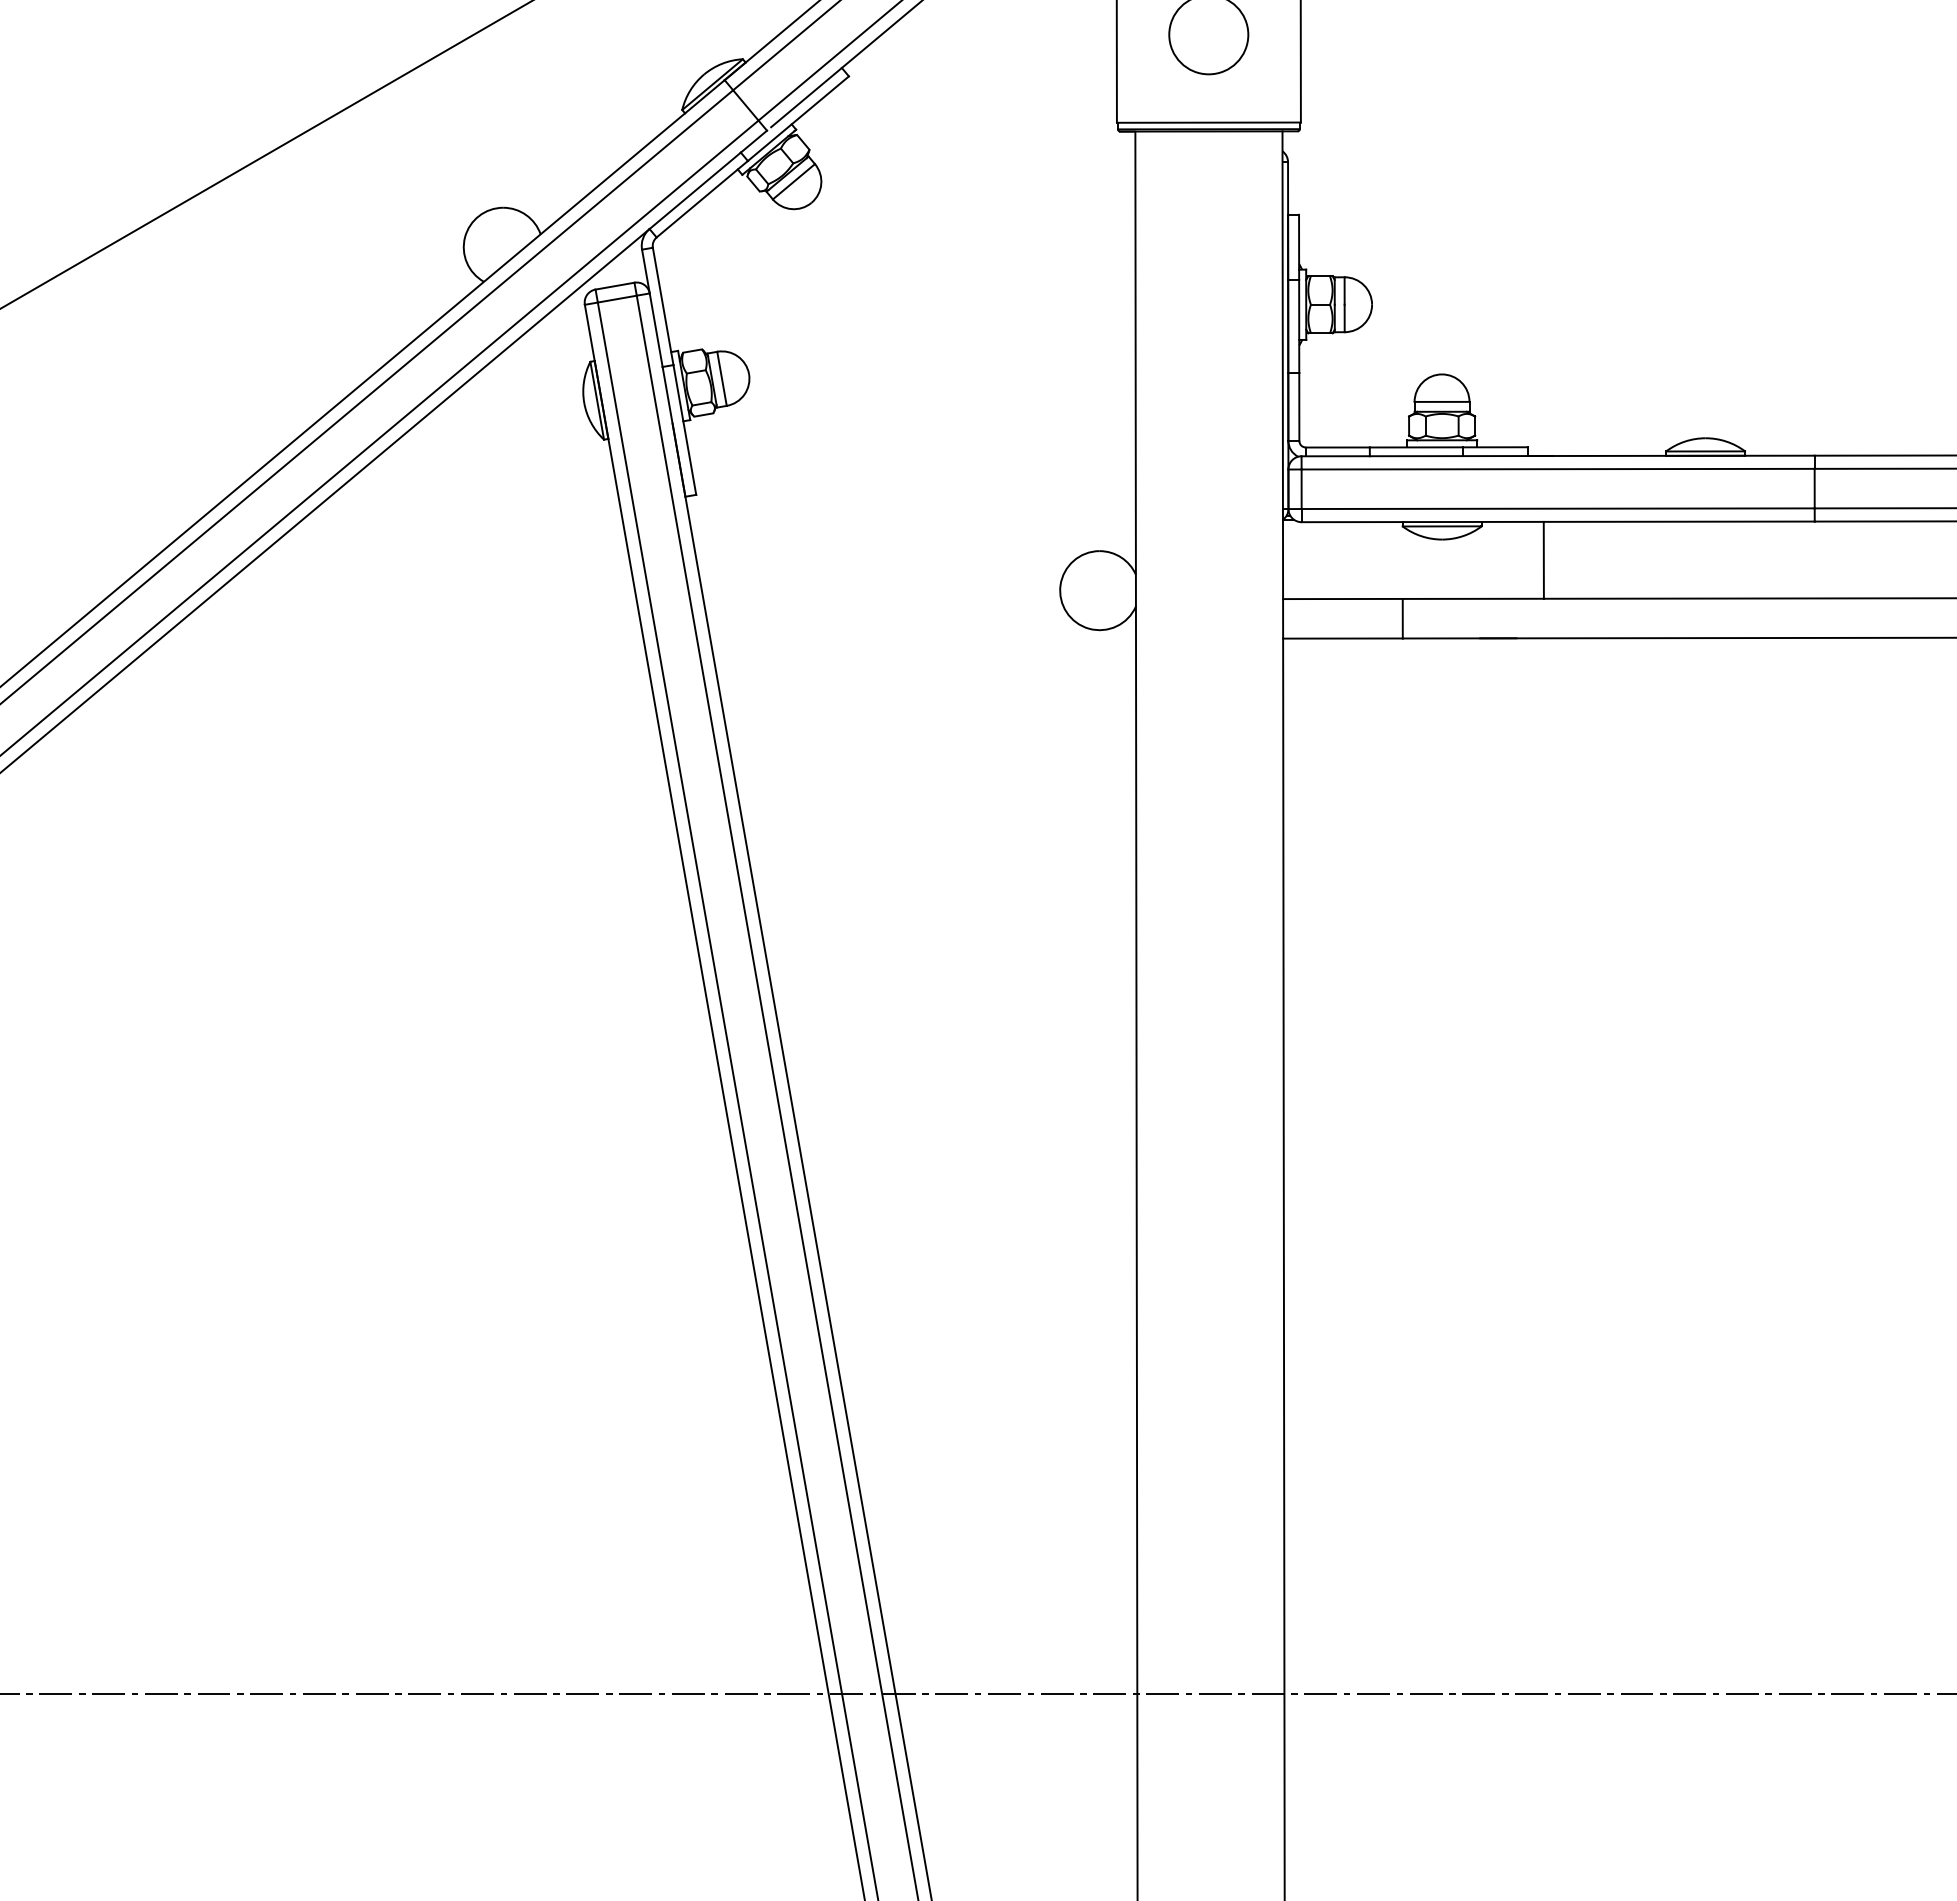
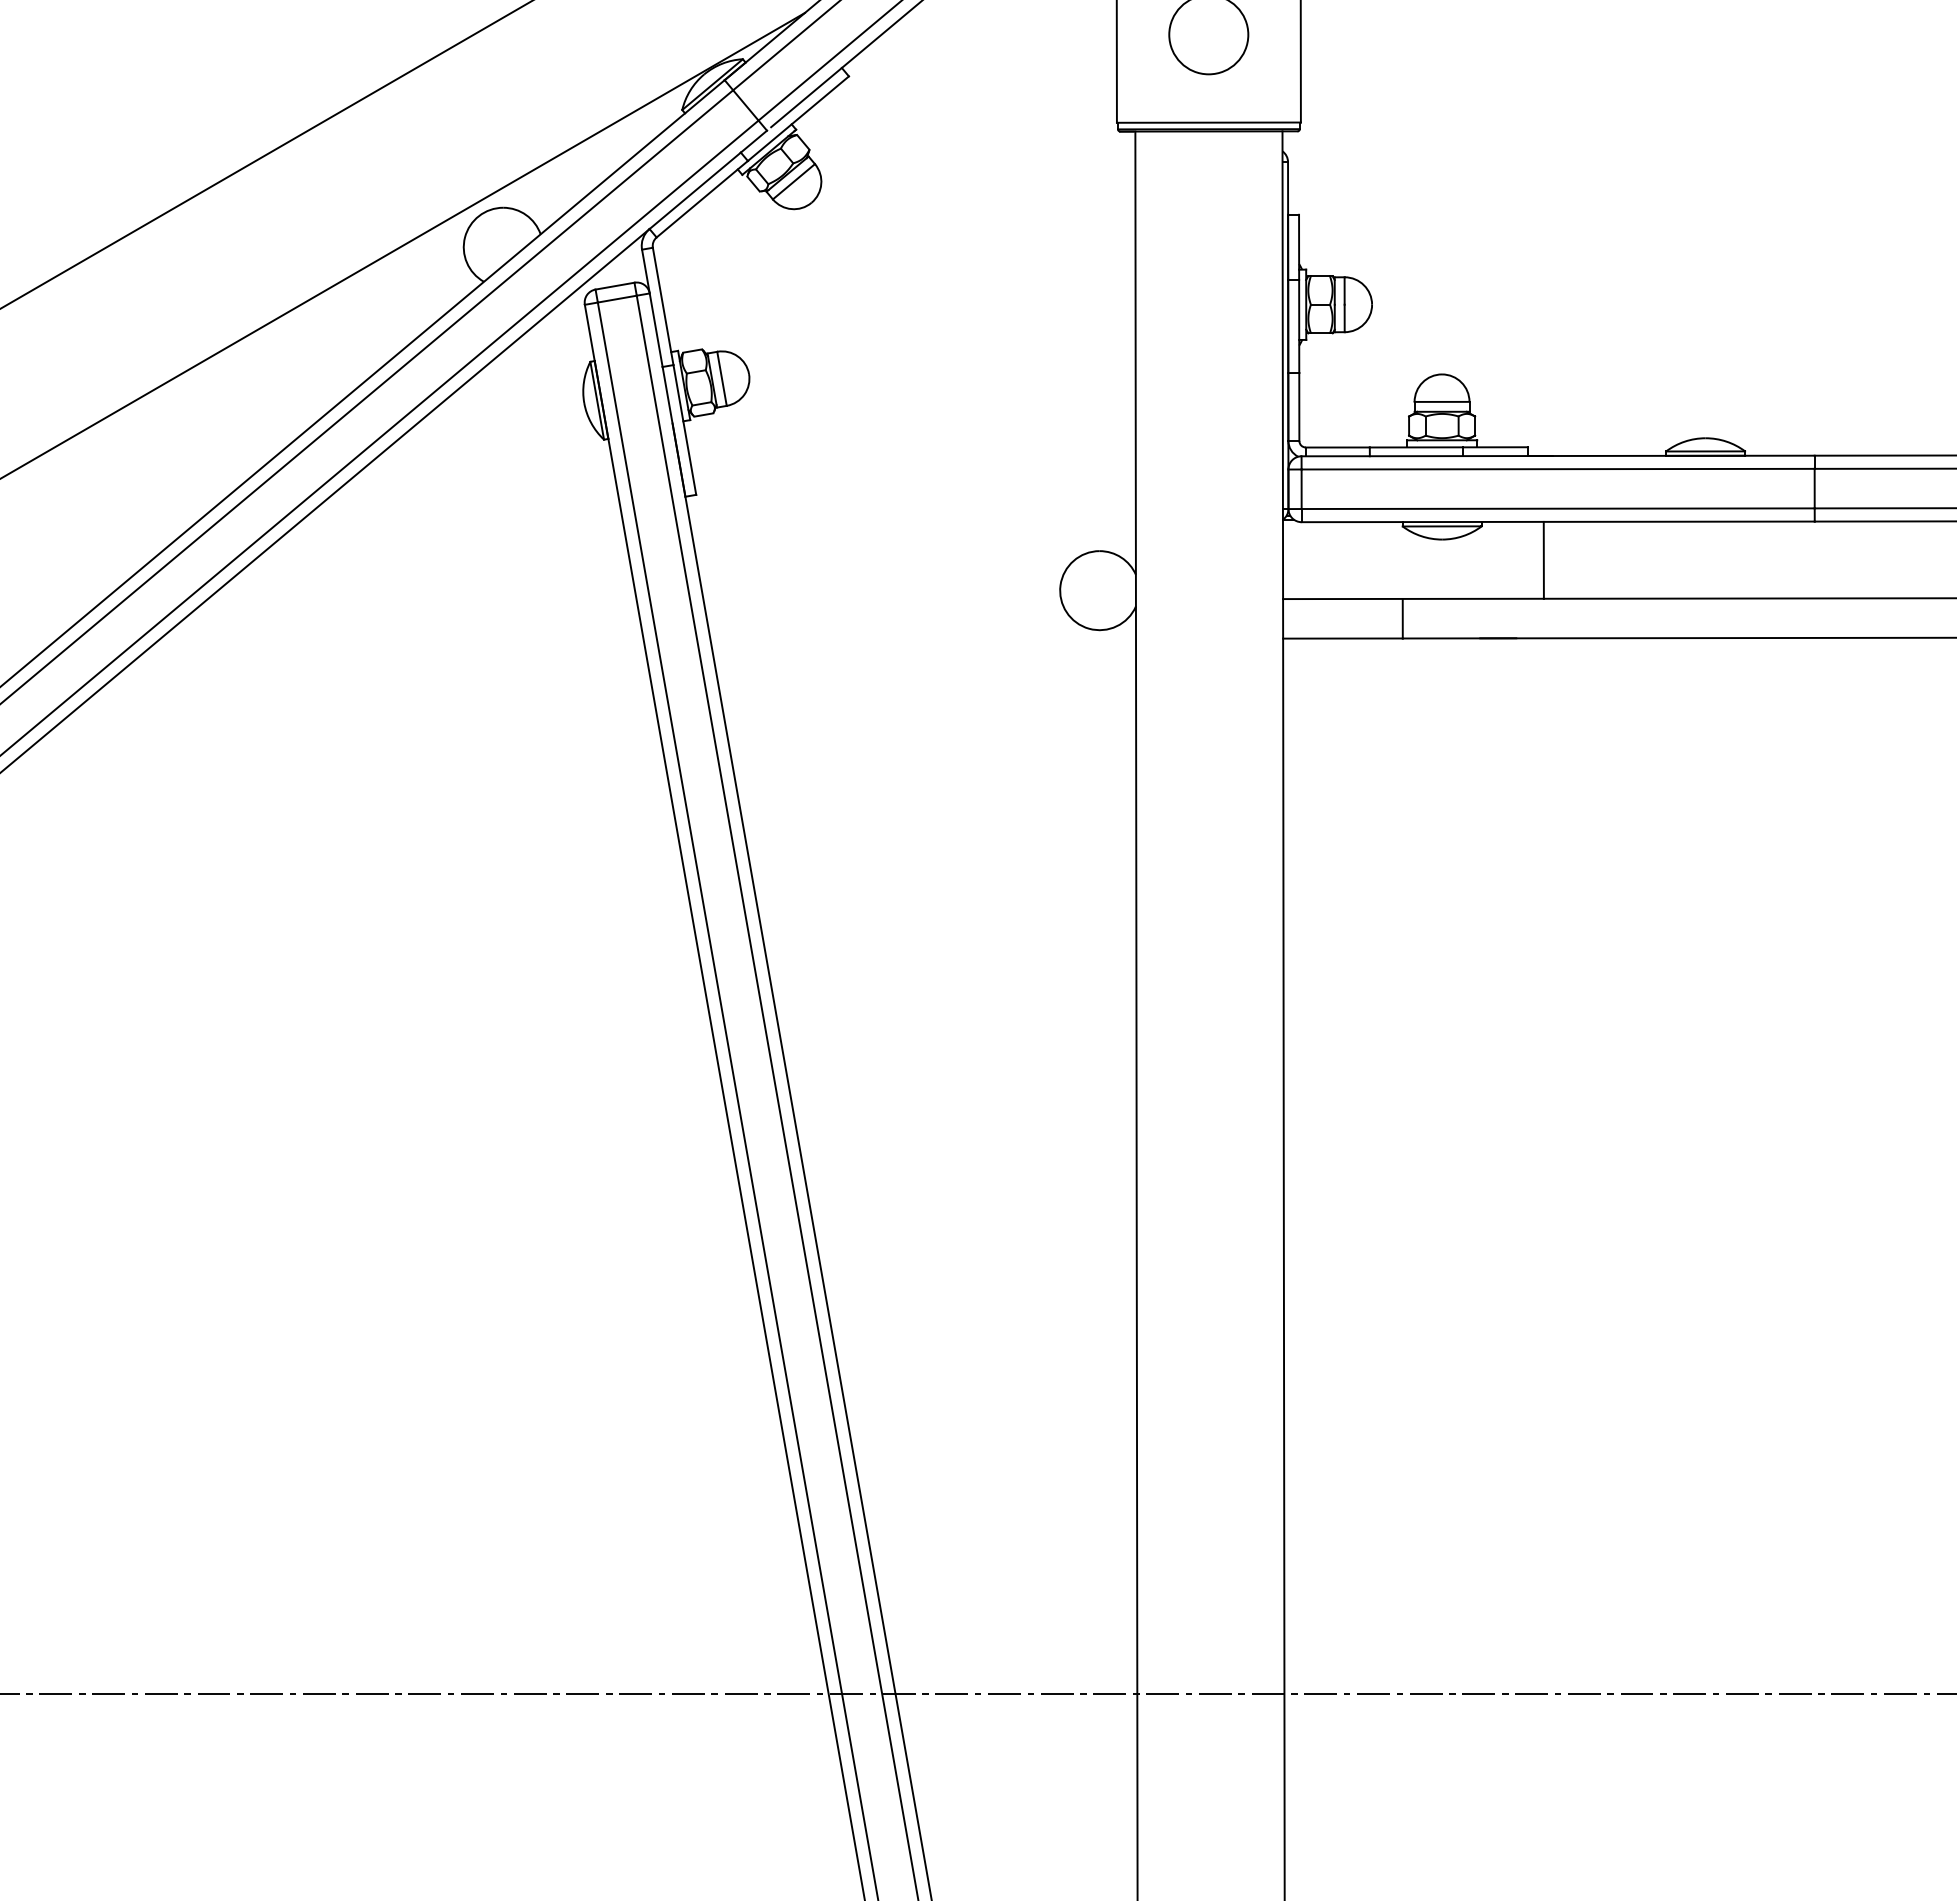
line at (403, 245): none -> present
